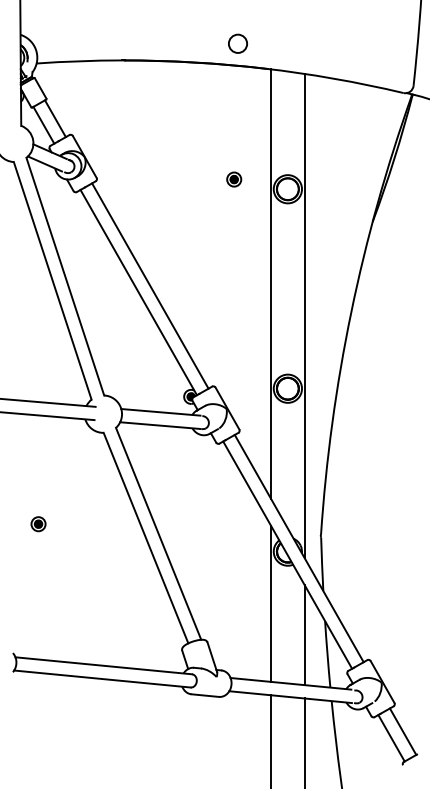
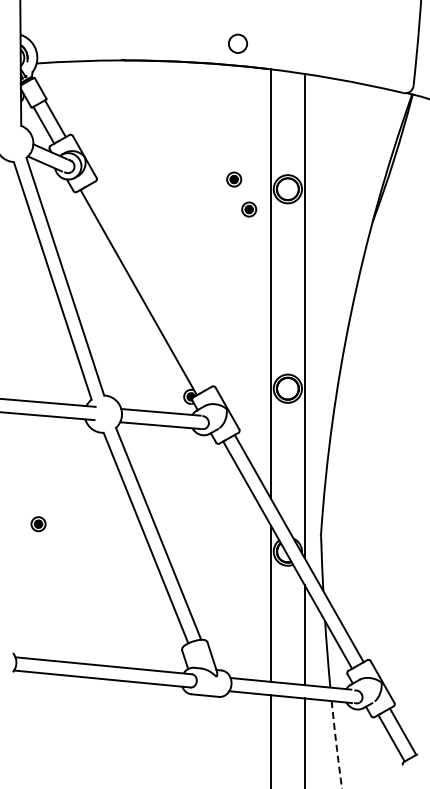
part at (249, 209): none -> present
line at (150, 285): present -> none
arc at (336, 745): solid -> dashed
